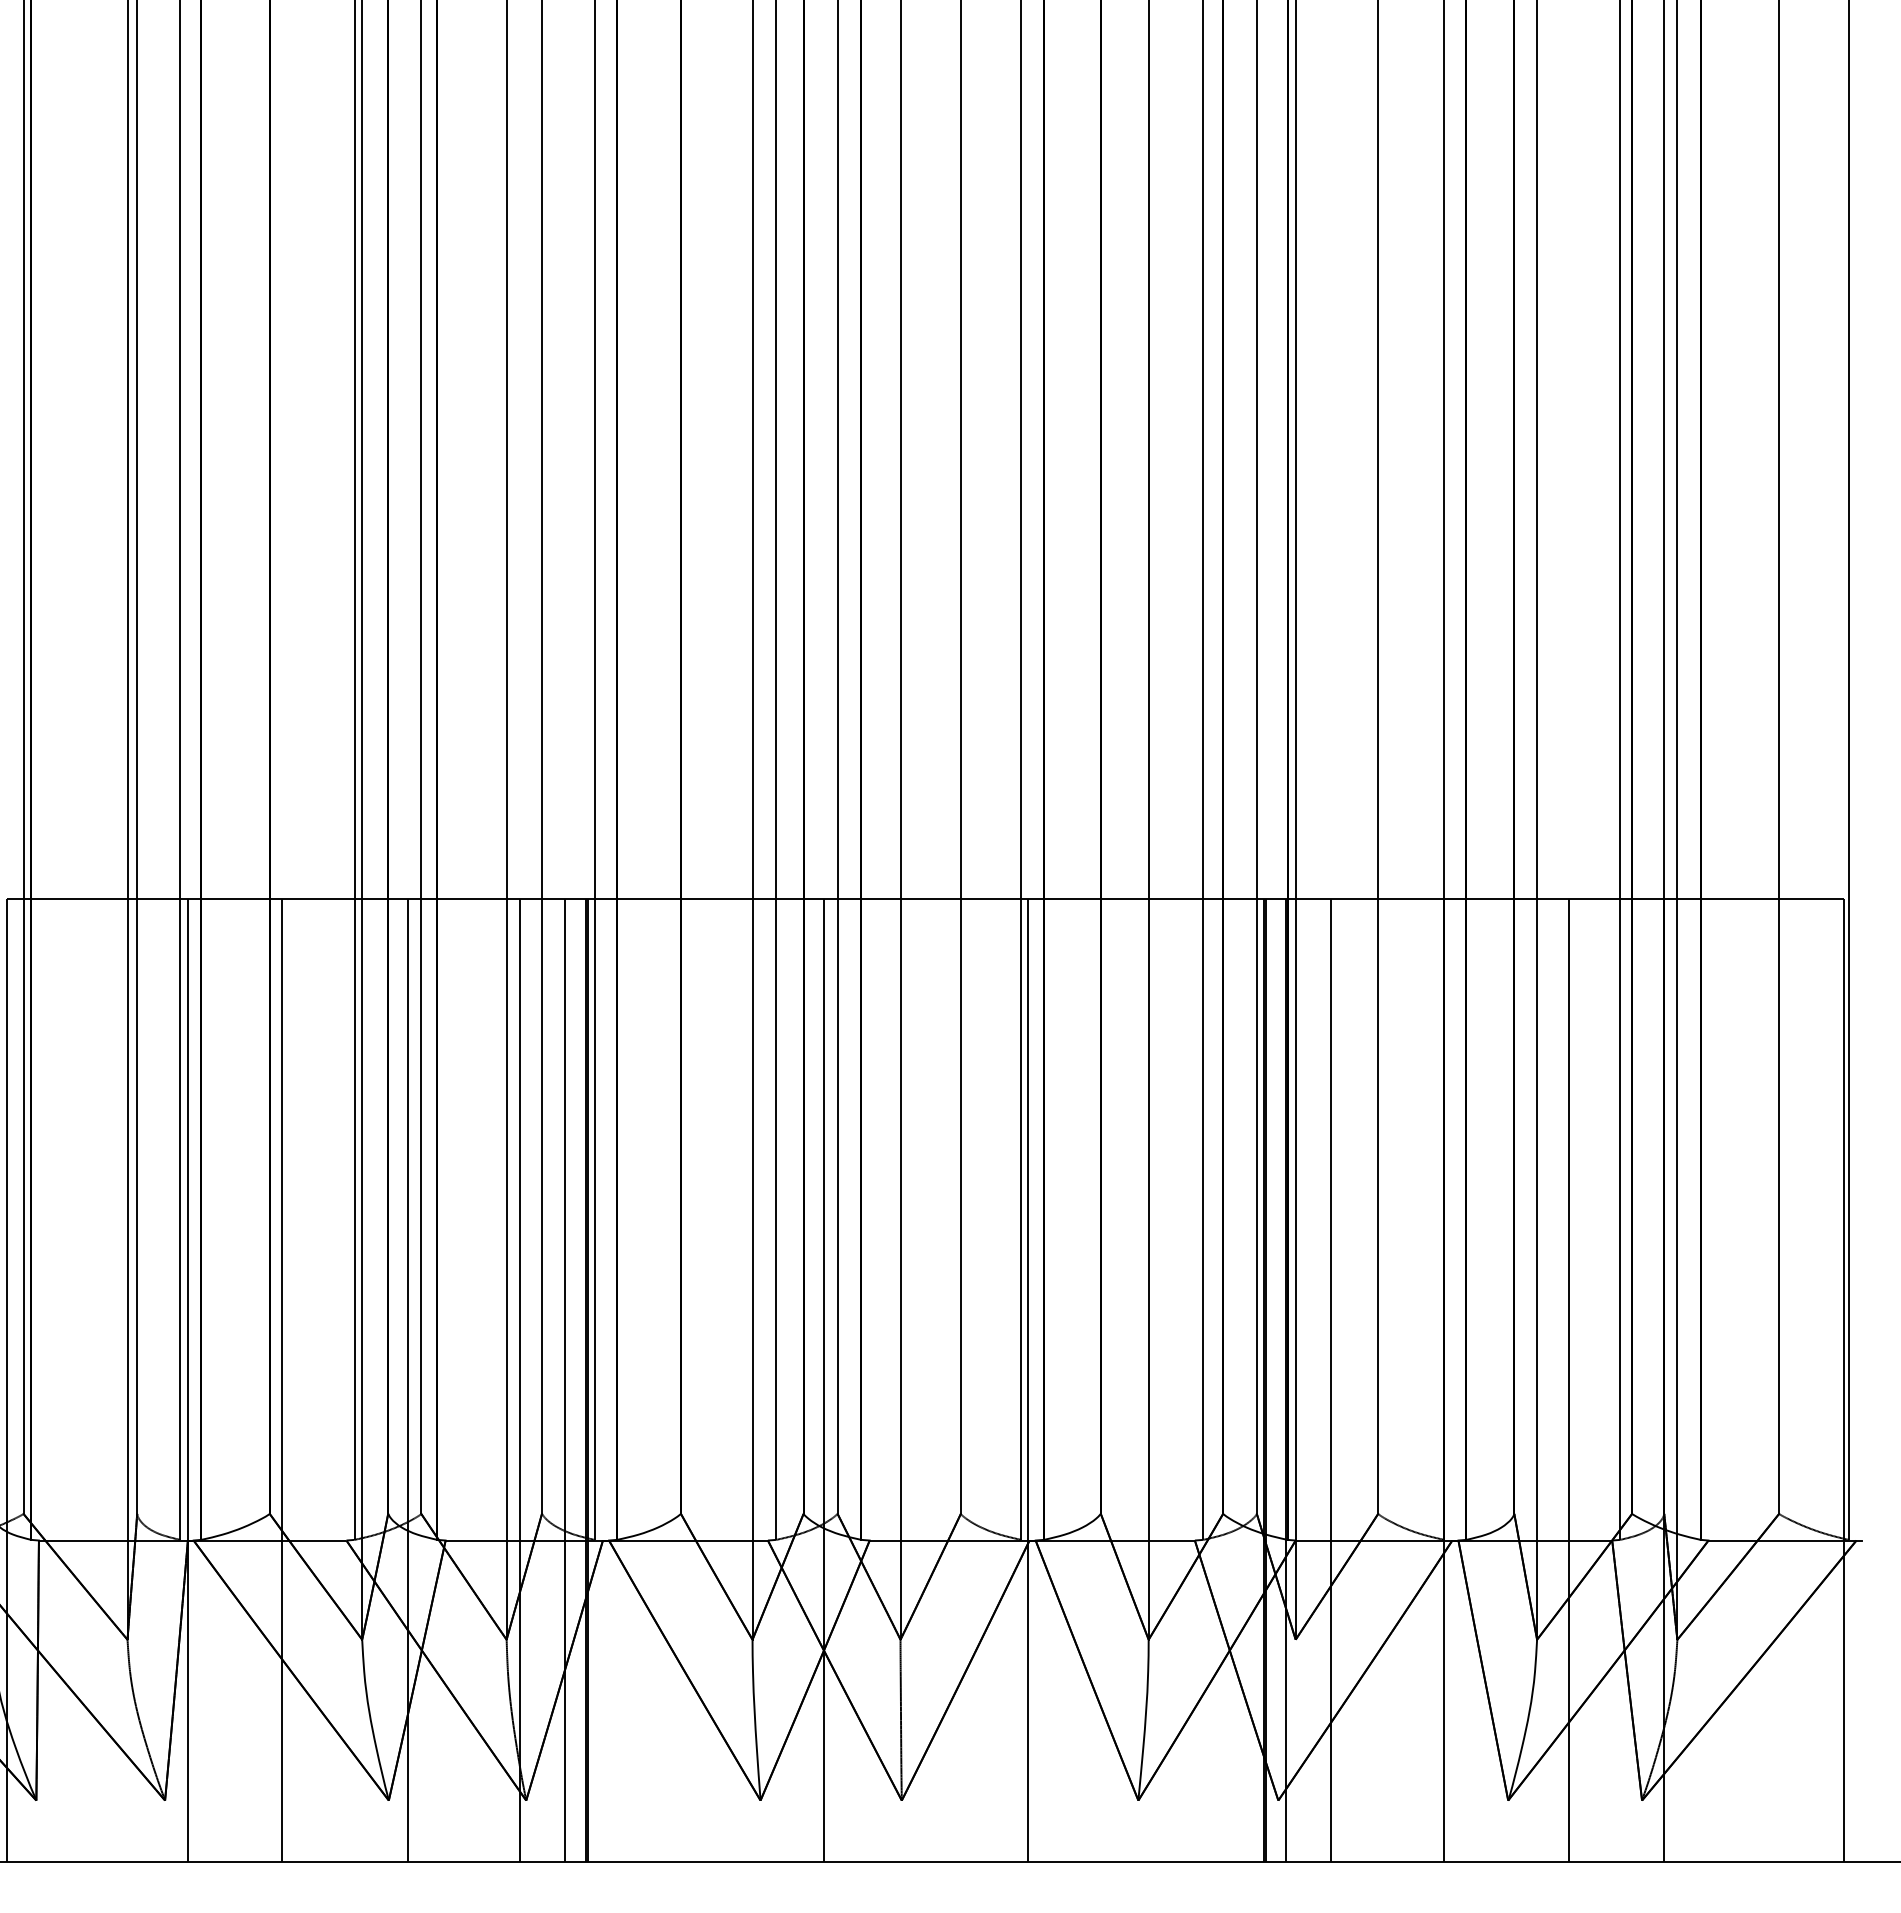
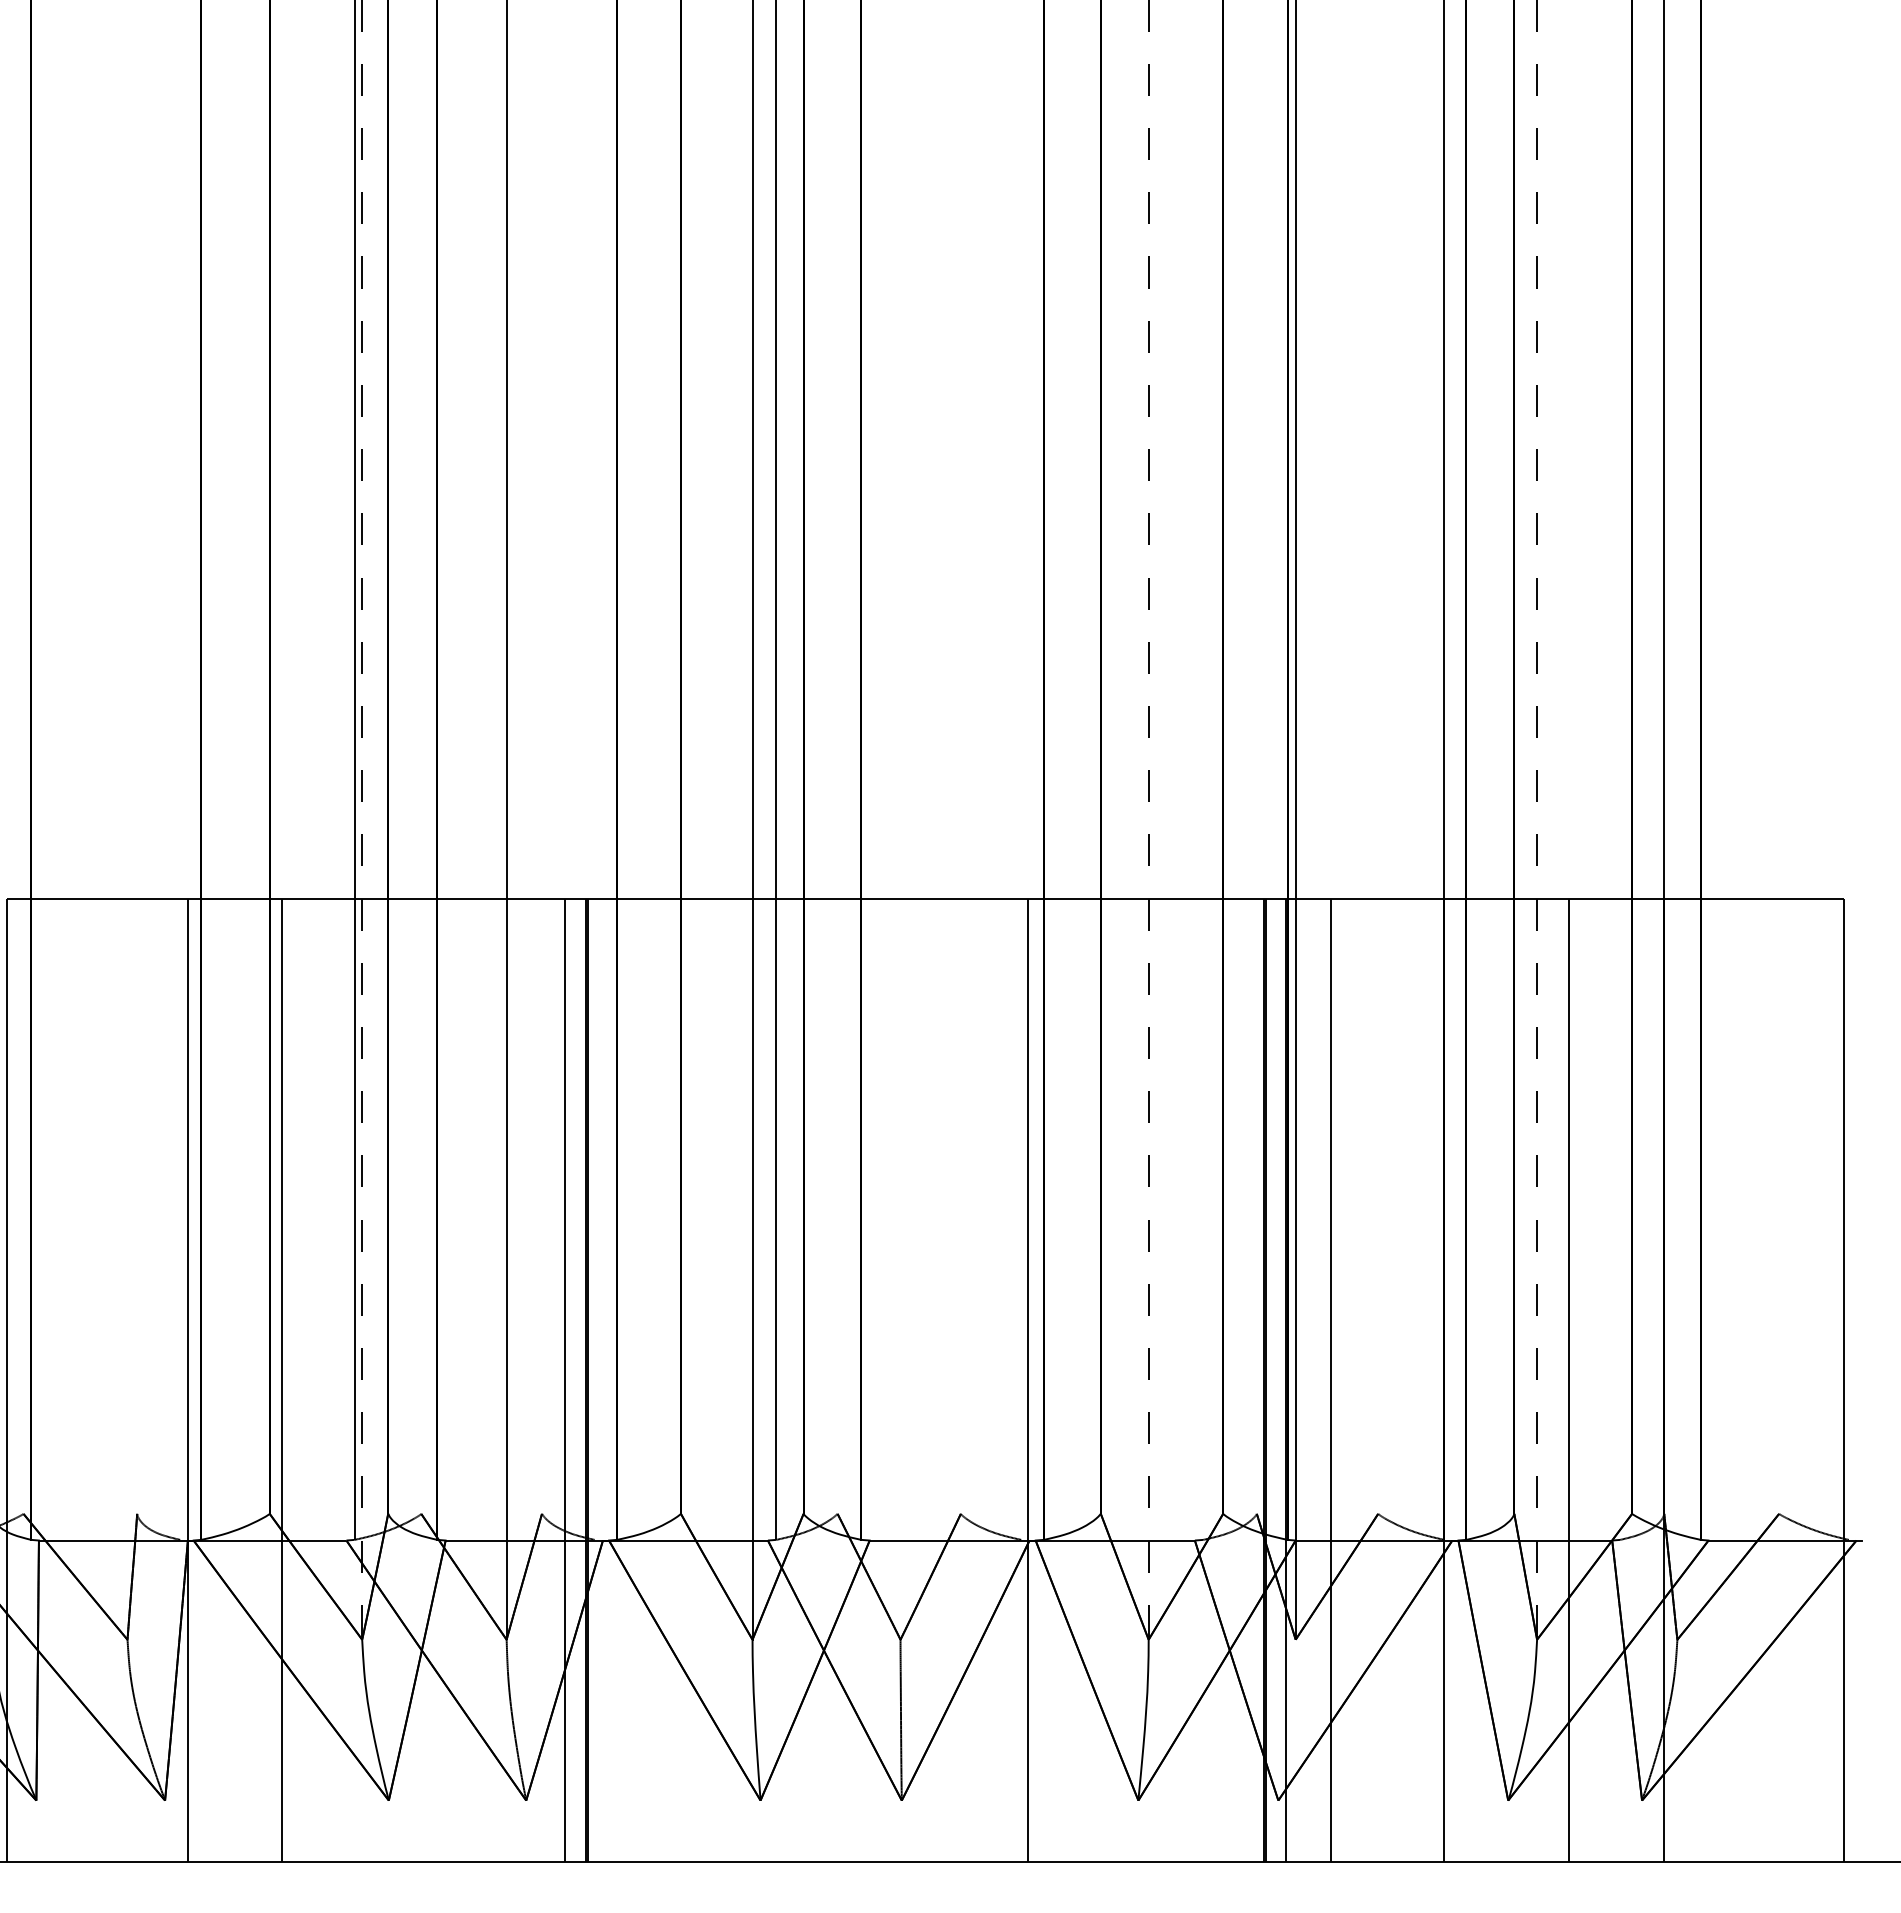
line at (23, 757): present -> none
line at (137, 757): present -> none
line at (421, 757): present -> none
line at (541, 757): present -> none
line at (837, 757): present -> none
line at (960, 757): present -> none
line at (1256, 757): present -> none
line at (1378, 757): present -> none
line at (1779, 757): present -> none
line at (180, 770): present -> none
line at (594, 770): present -> none
line at (1021, 770): present -> none
line at (1203, 770): present -> none
line at (1620, 770): present -> none
line at (1848, 770): present -> none
line at (362, 819): solid -> dashed
line at (1148, 819): solid -> dashed
line at (1537, 819): solid -> dashed
line at (127, 820): present -> none
line at (900, 820): present -> none
line at (1677, 820): present -> none
line at (407, 1379): present -> none
line at (519, 1379): present -> none
line at (823, 1379): present -> none
